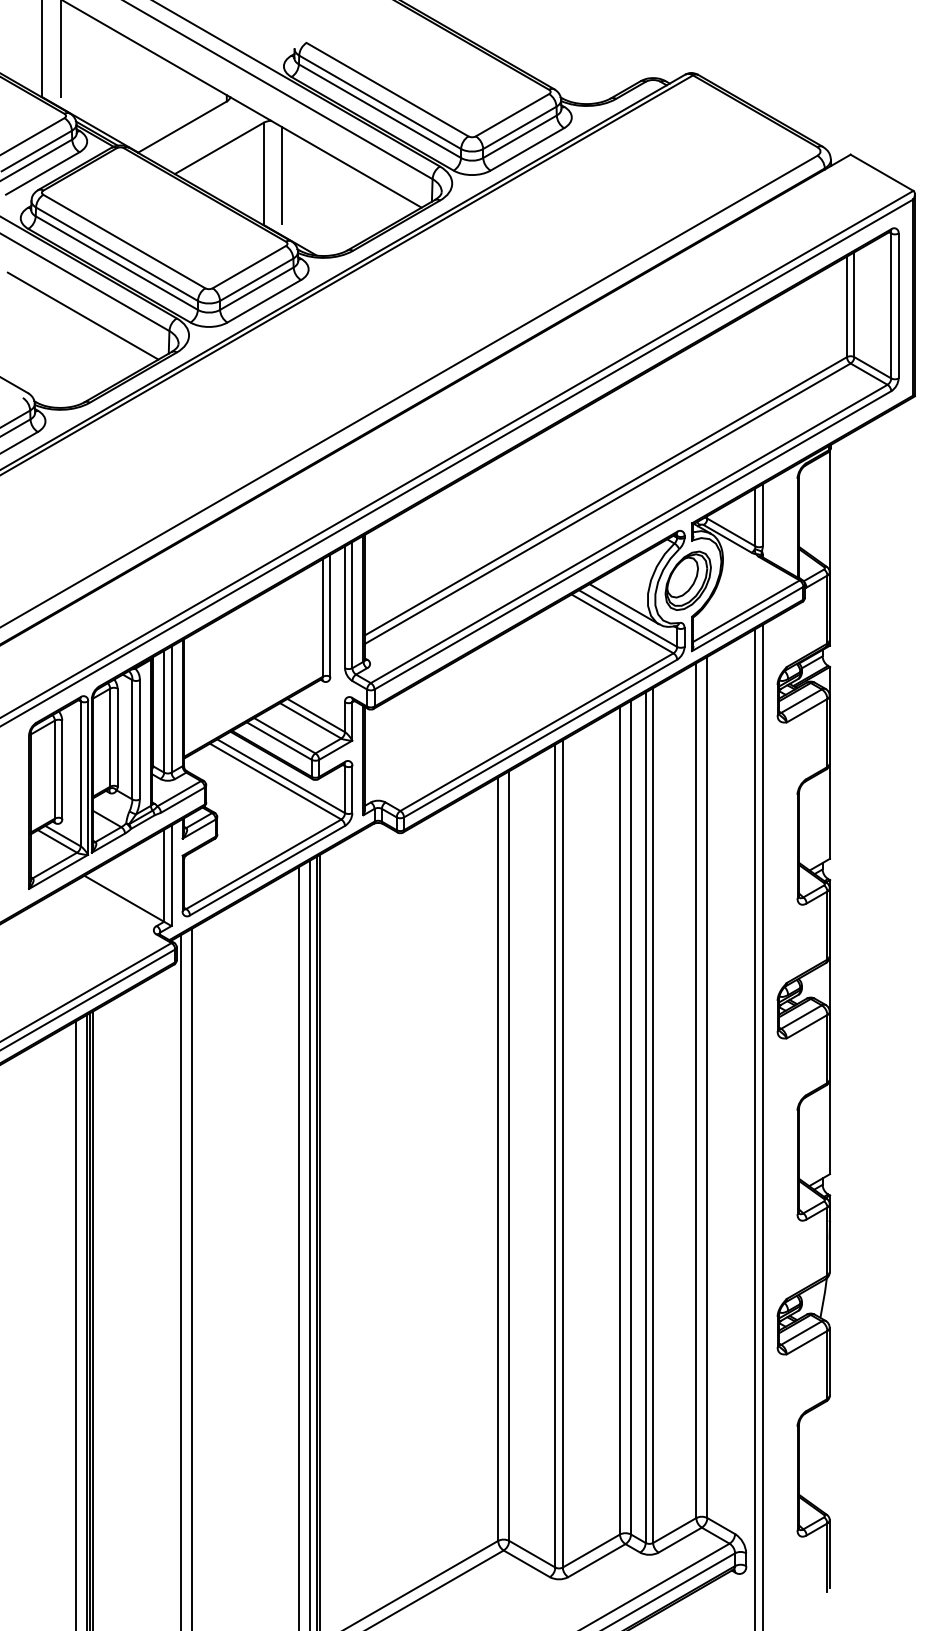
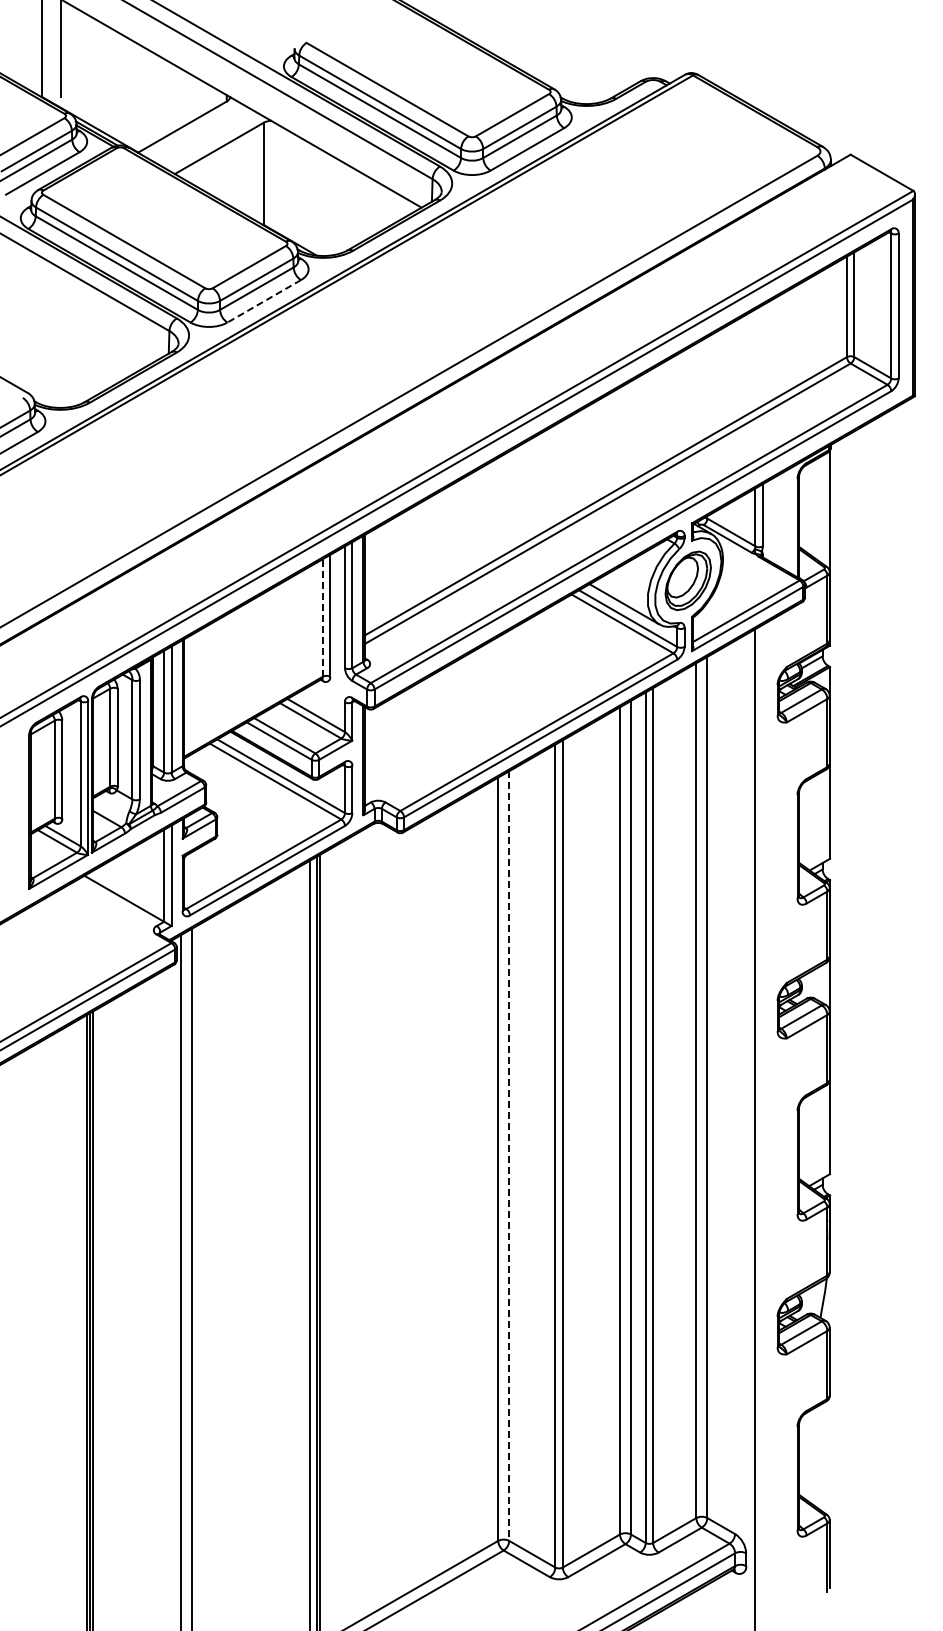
line at (282, 175): present -> none
line at (263, 301): solid -> dashed
line at (82, 315): present -> none
line at (322, 617): solid -> dashed
line at (762, 1125): present -> none
line at (509, 1156): solid -> dashed
line at (298, 1247): present -> none
line at (75, 1324): present -> none
